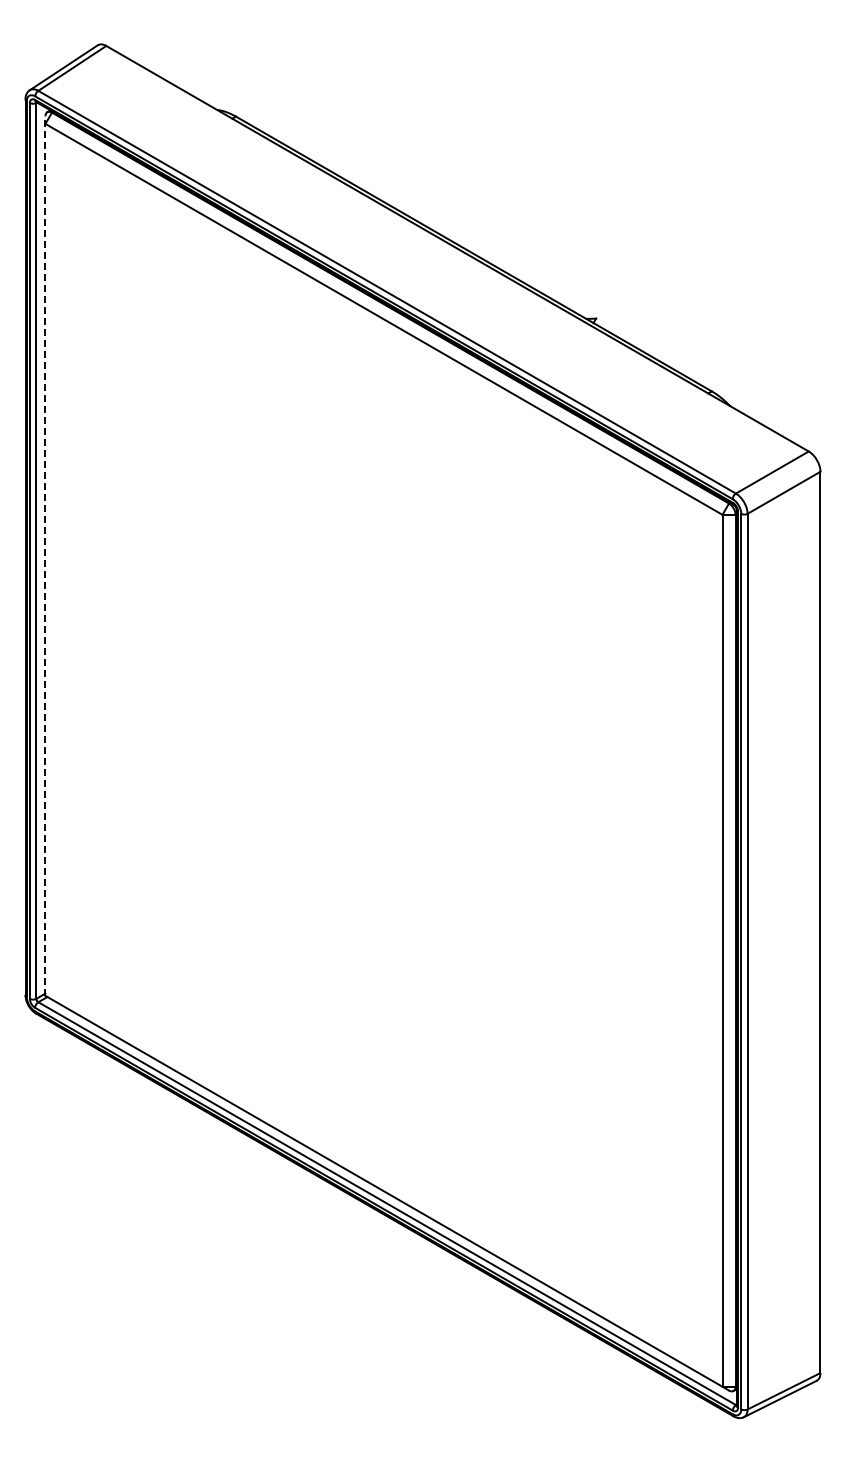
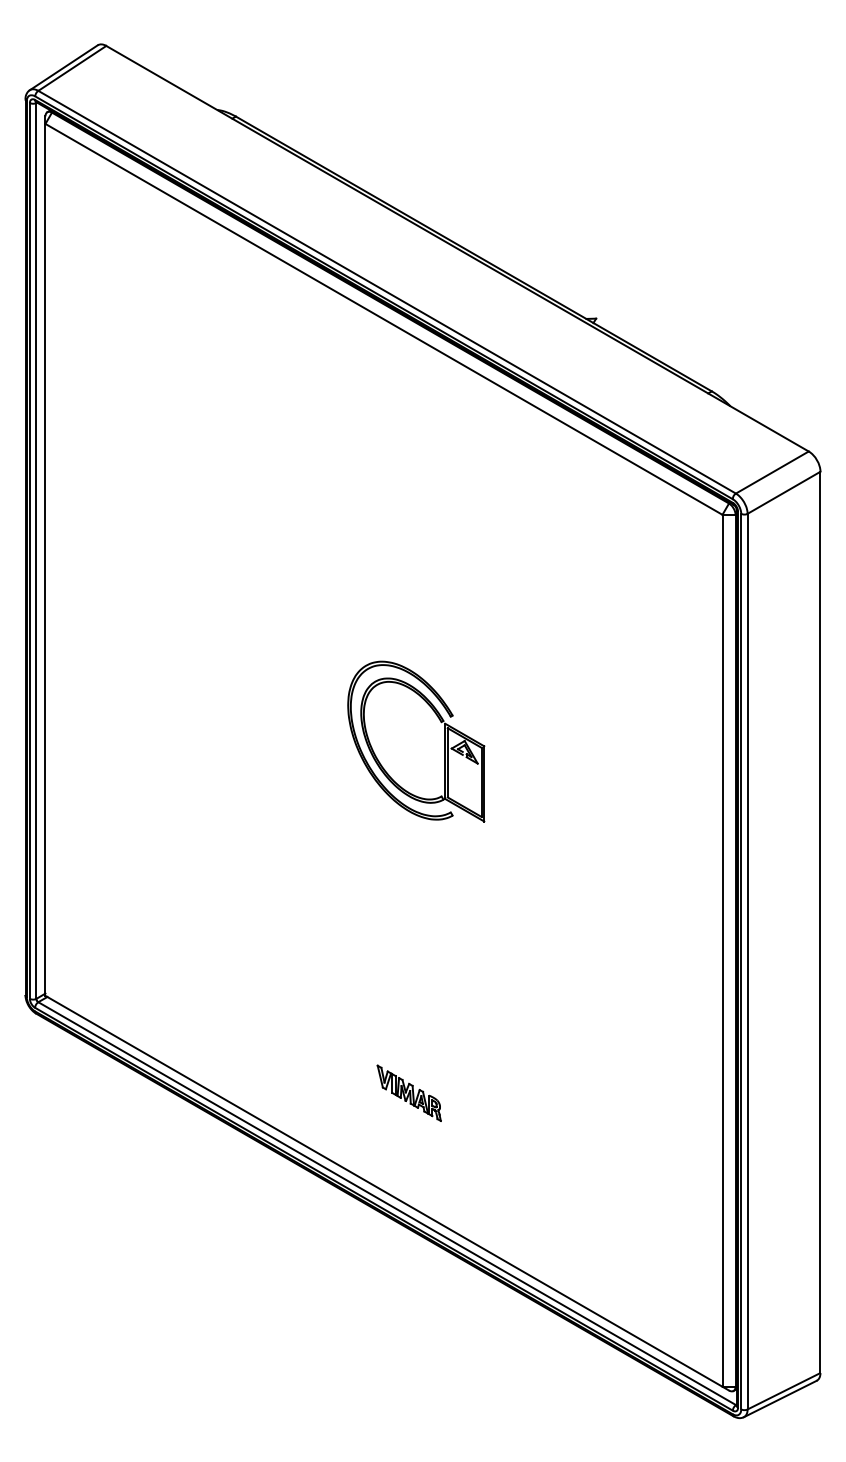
line at (45, 556): dashed -> solid
part at (416, 741): none -> present
part at (408, 1092): none -> present
